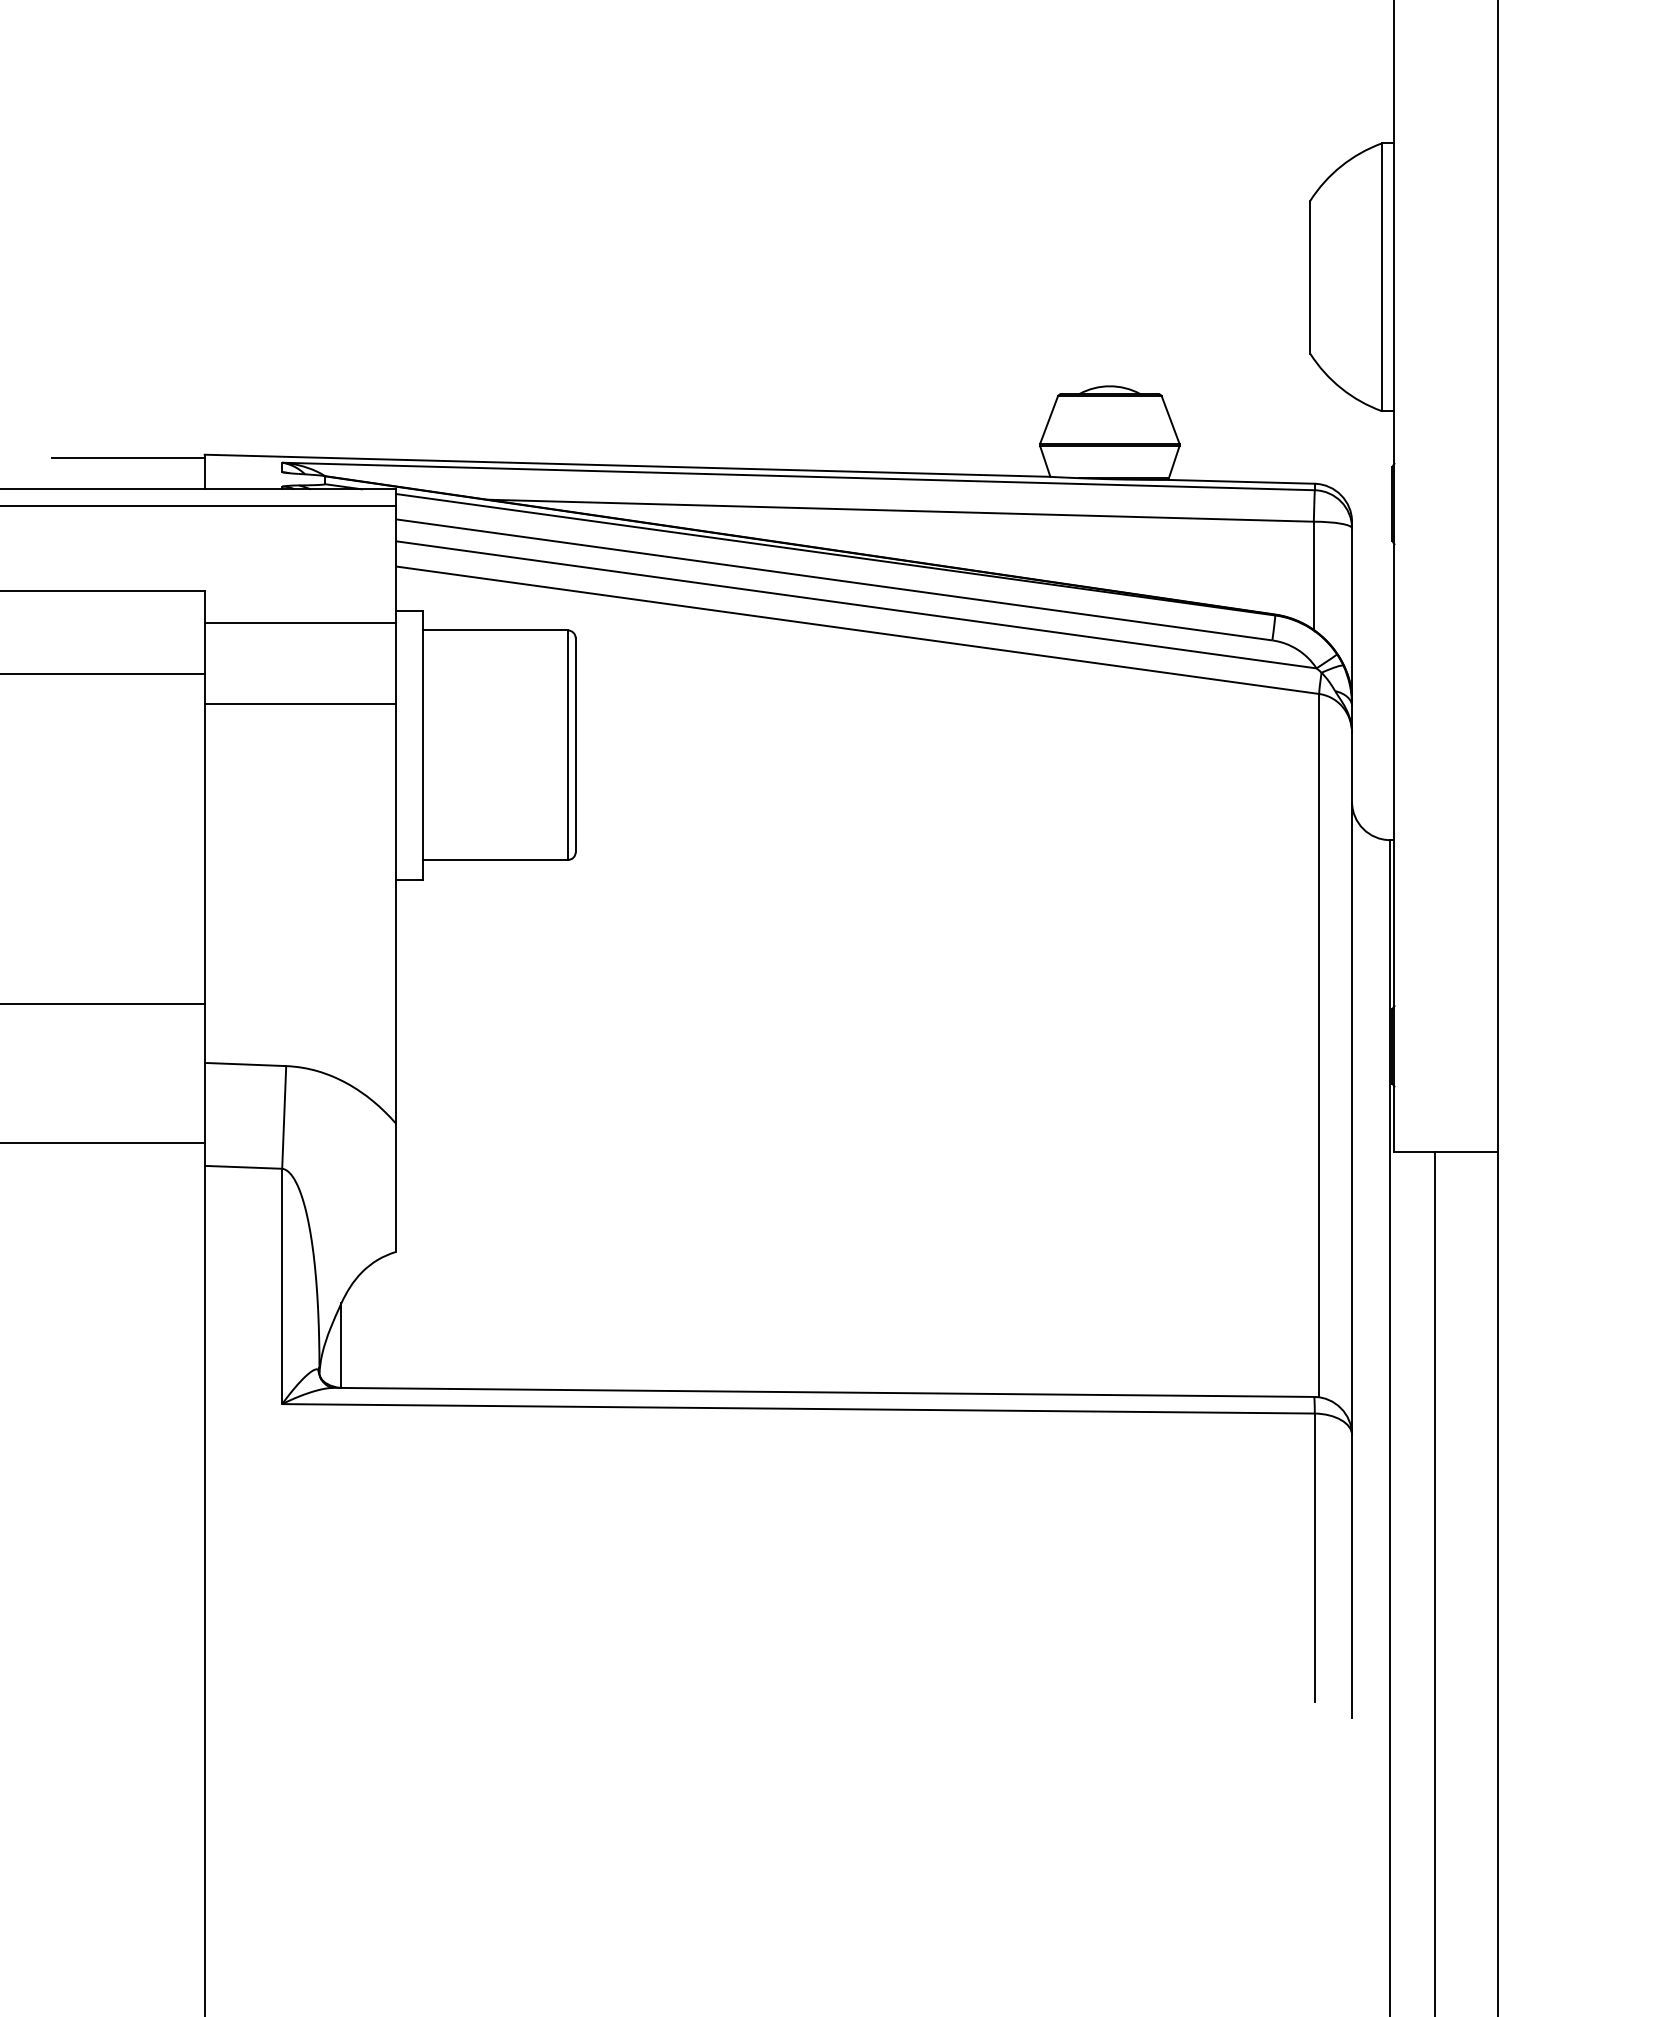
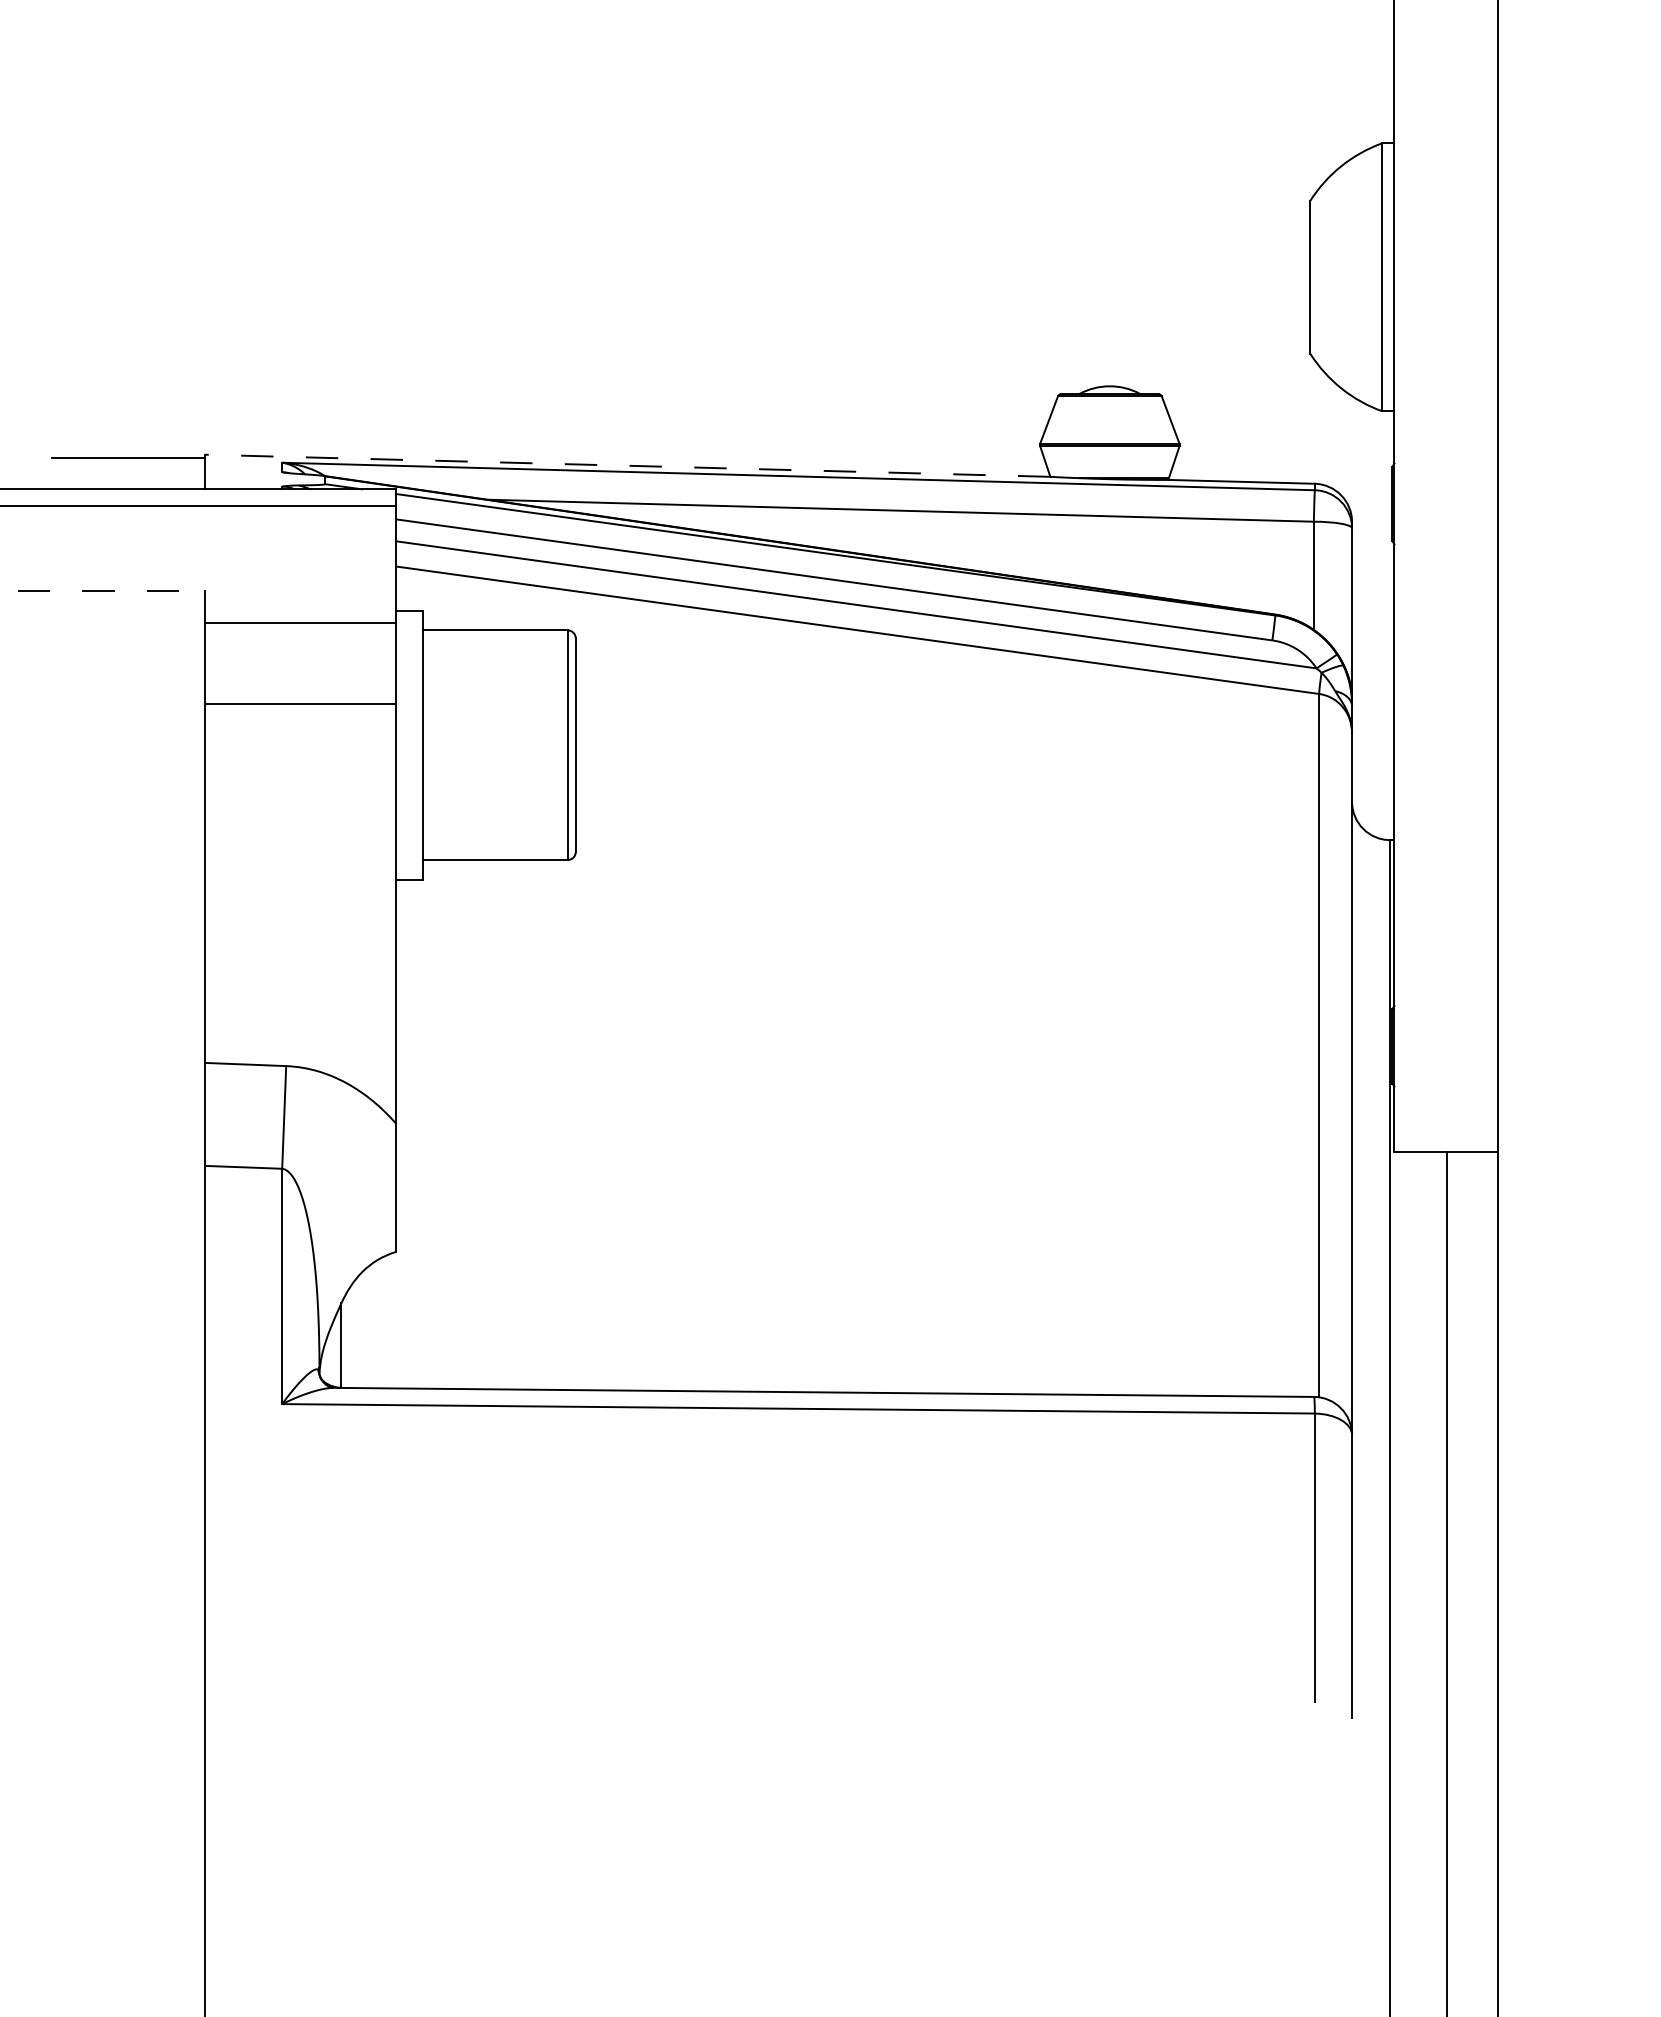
line at (627, 465): solid -> dashed
line at (102, 591): solid -> dashed
line at (103, 673): present -> none
line at (103, 1003): present -> none
line at (103, 1143): present -> none
line at (1434, 1582) position: (1434, 1582) -> (1446, 1582)
